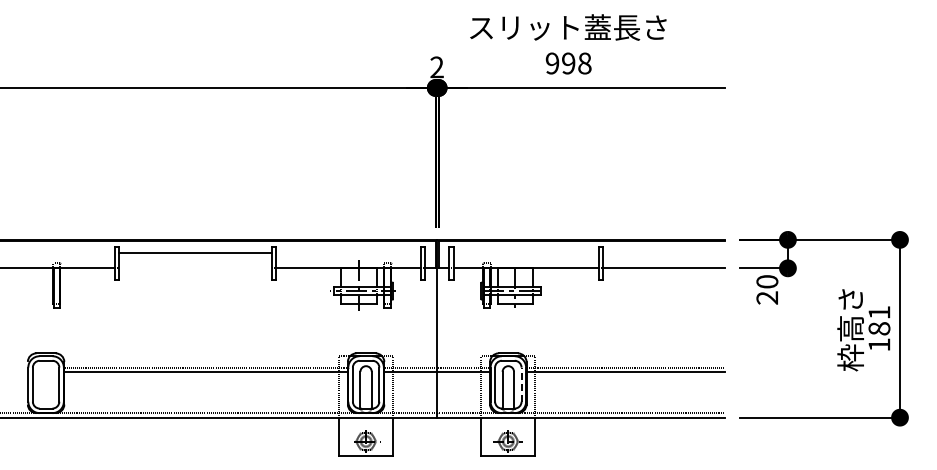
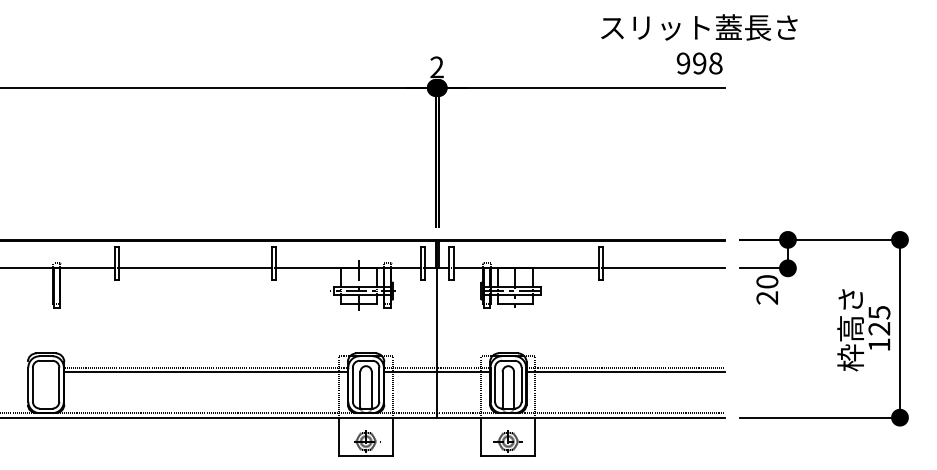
text at (568, 44) position: (568, 44) -> (699, 44)
line at (195, 253) position: (195, 253) -> (195, 268)
text at (879, 320): 181 -> 125
line at (521, 384): dashed -> solid
